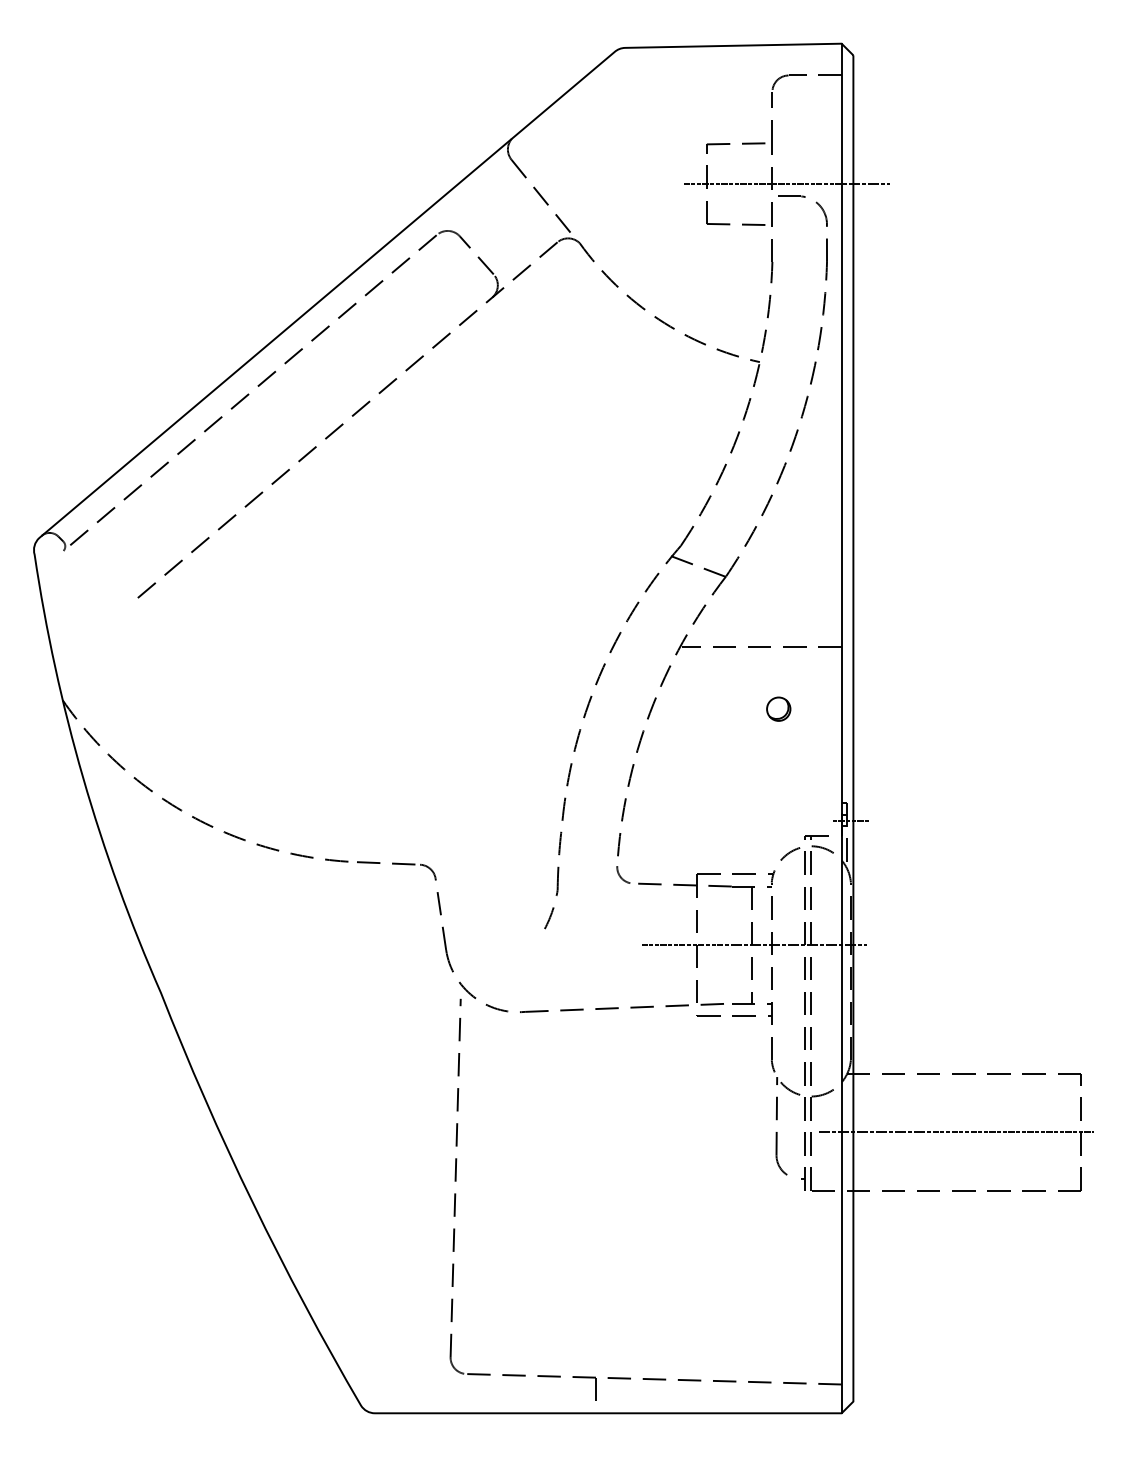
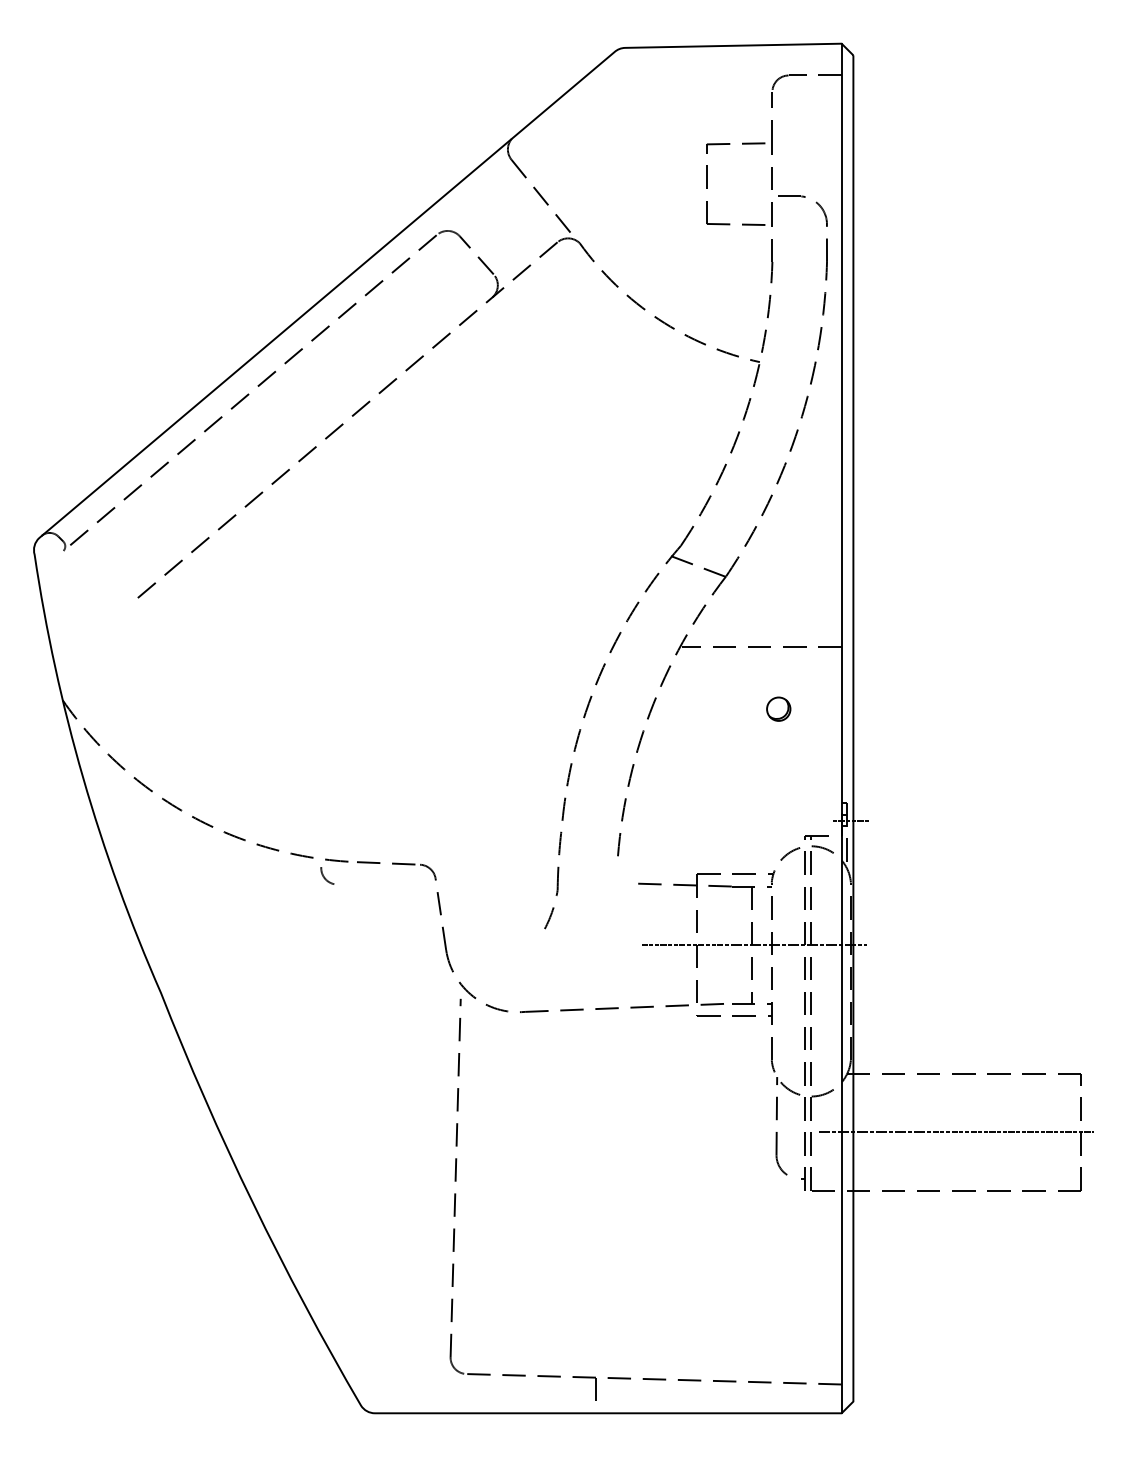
line at (786, 184): present -> none
arc at (621, 876) position: (621, 876) -> (325, 877)
